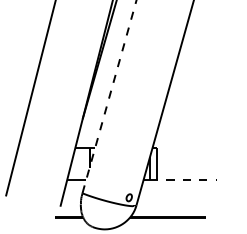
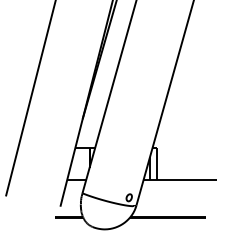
line at (109, 97): dashed -> solid
line at (183, 179): dashed -> solid
